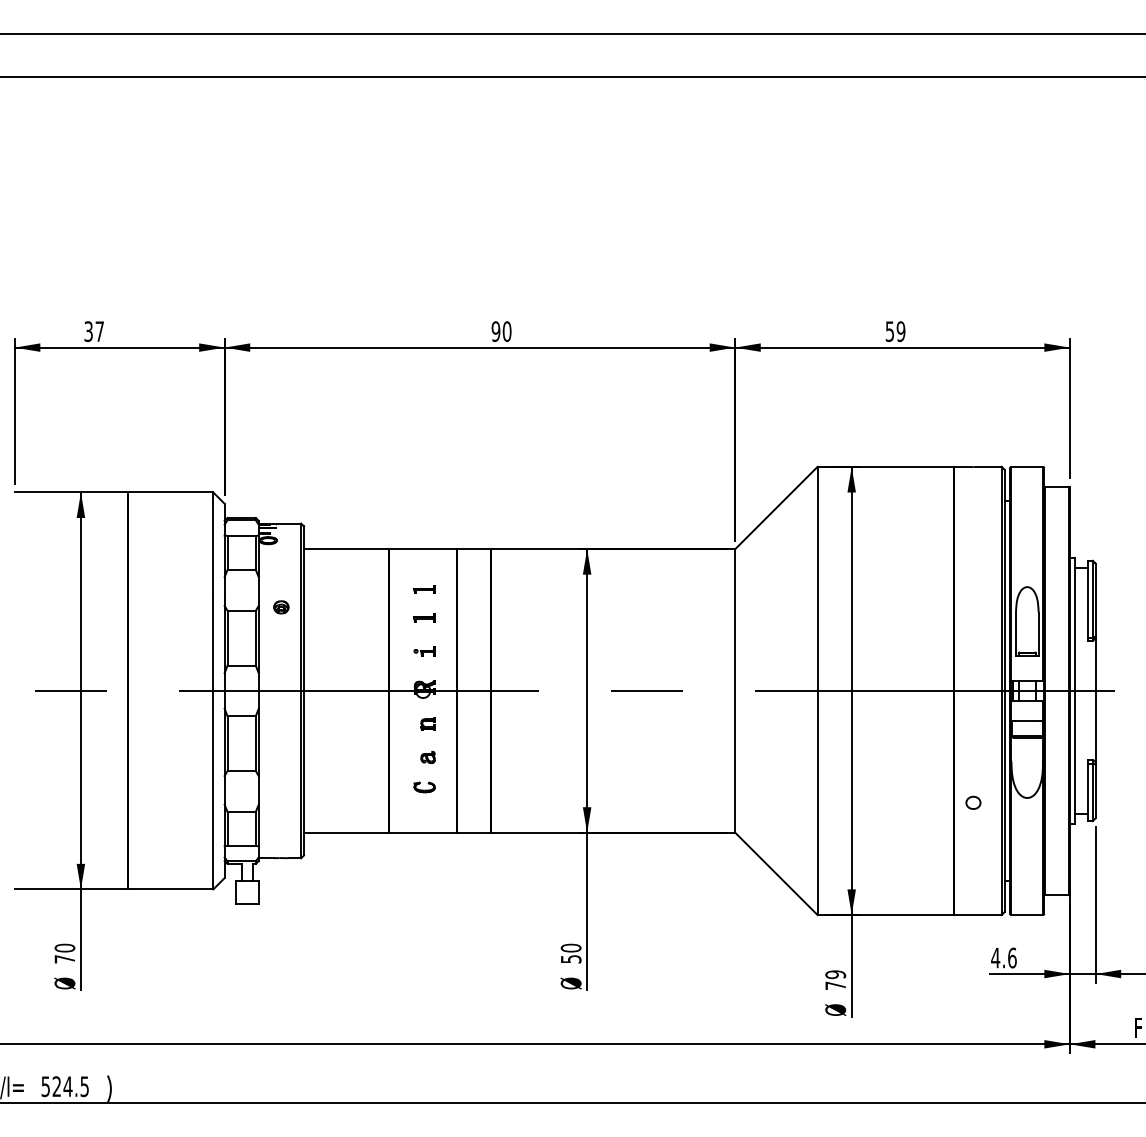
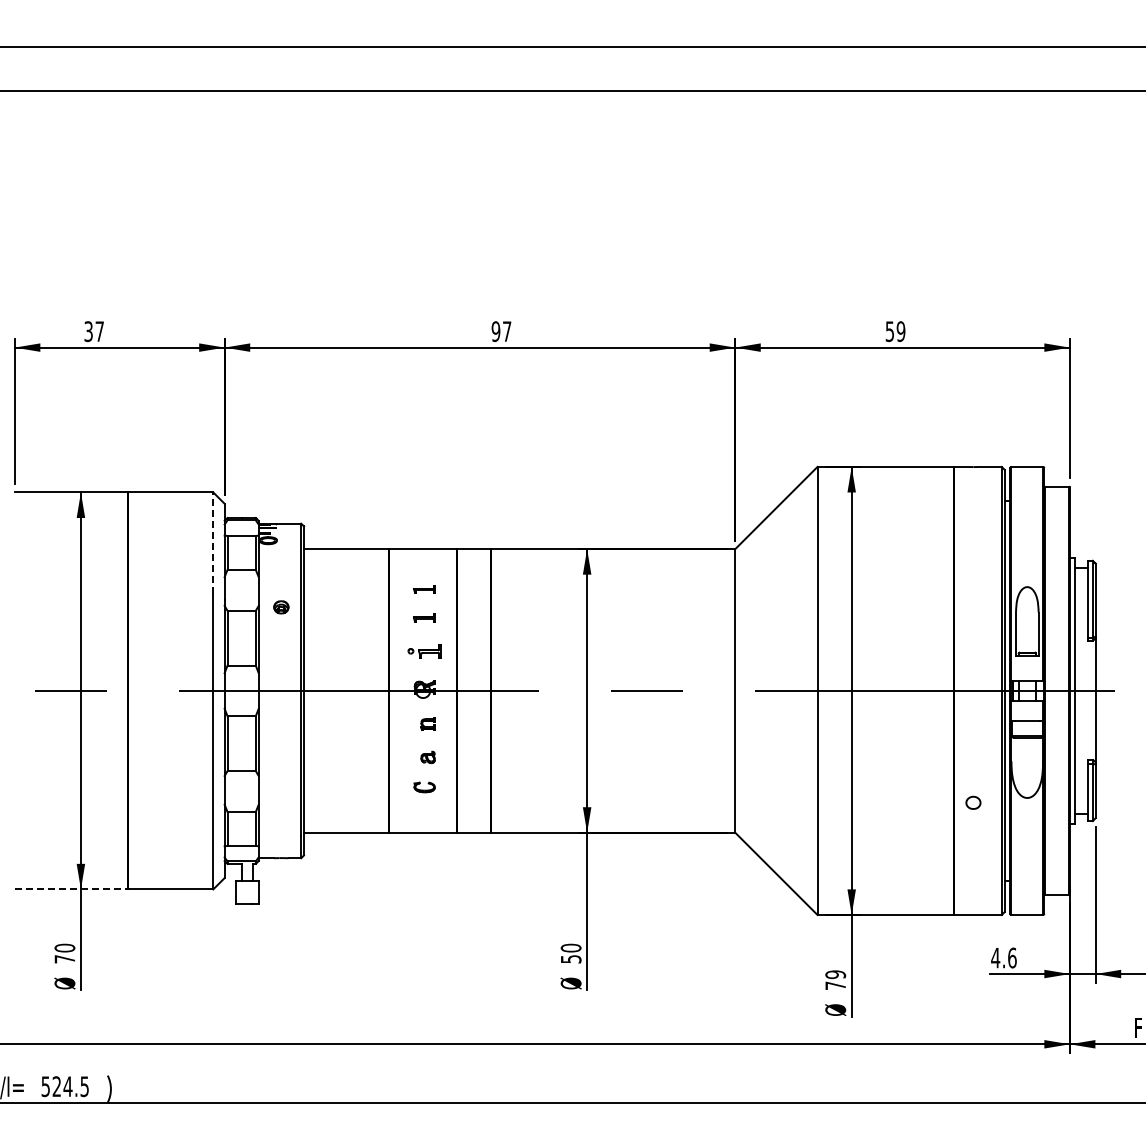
line at (572, 34) position: (572, 34) -> (572, 47)
line at (572, 76) position: (572, 76) -> (572, 90)
text at (506, 331): 90 -> 97
line at (213, 543): solid -> dashed
part at (424, 651) size: 23x11 px -> 35x15 px
line at (71, 889): solid -> dashed
